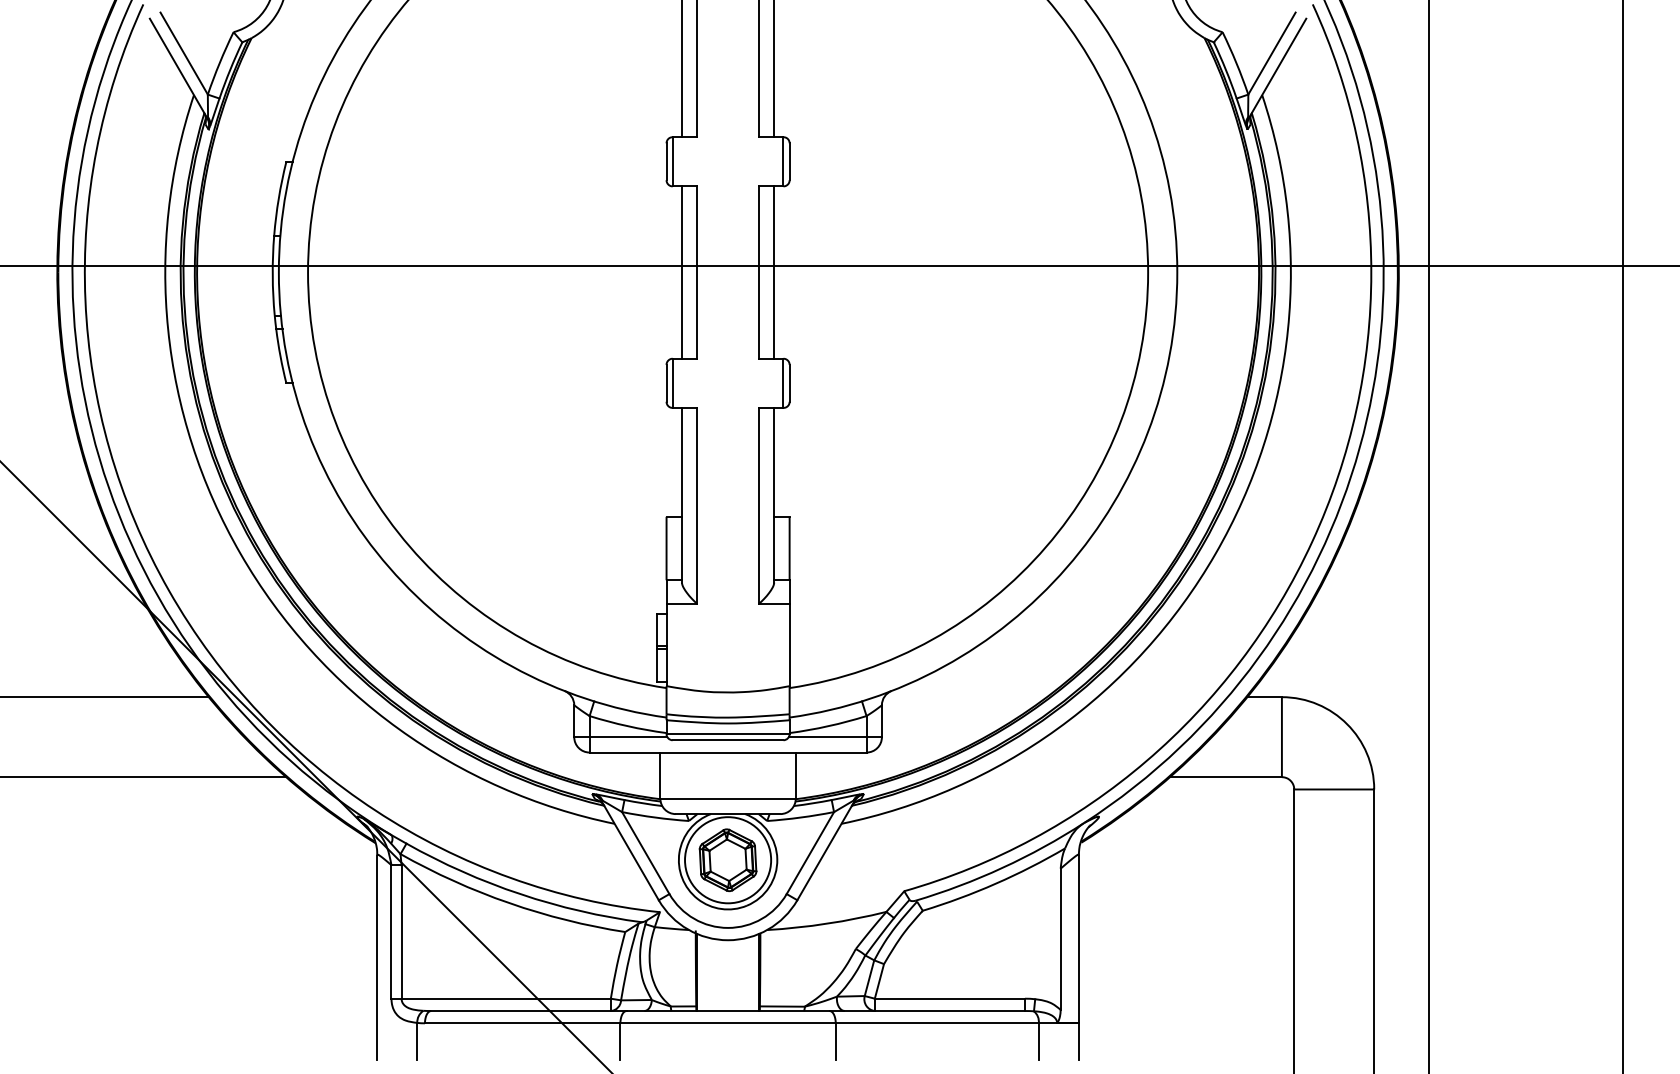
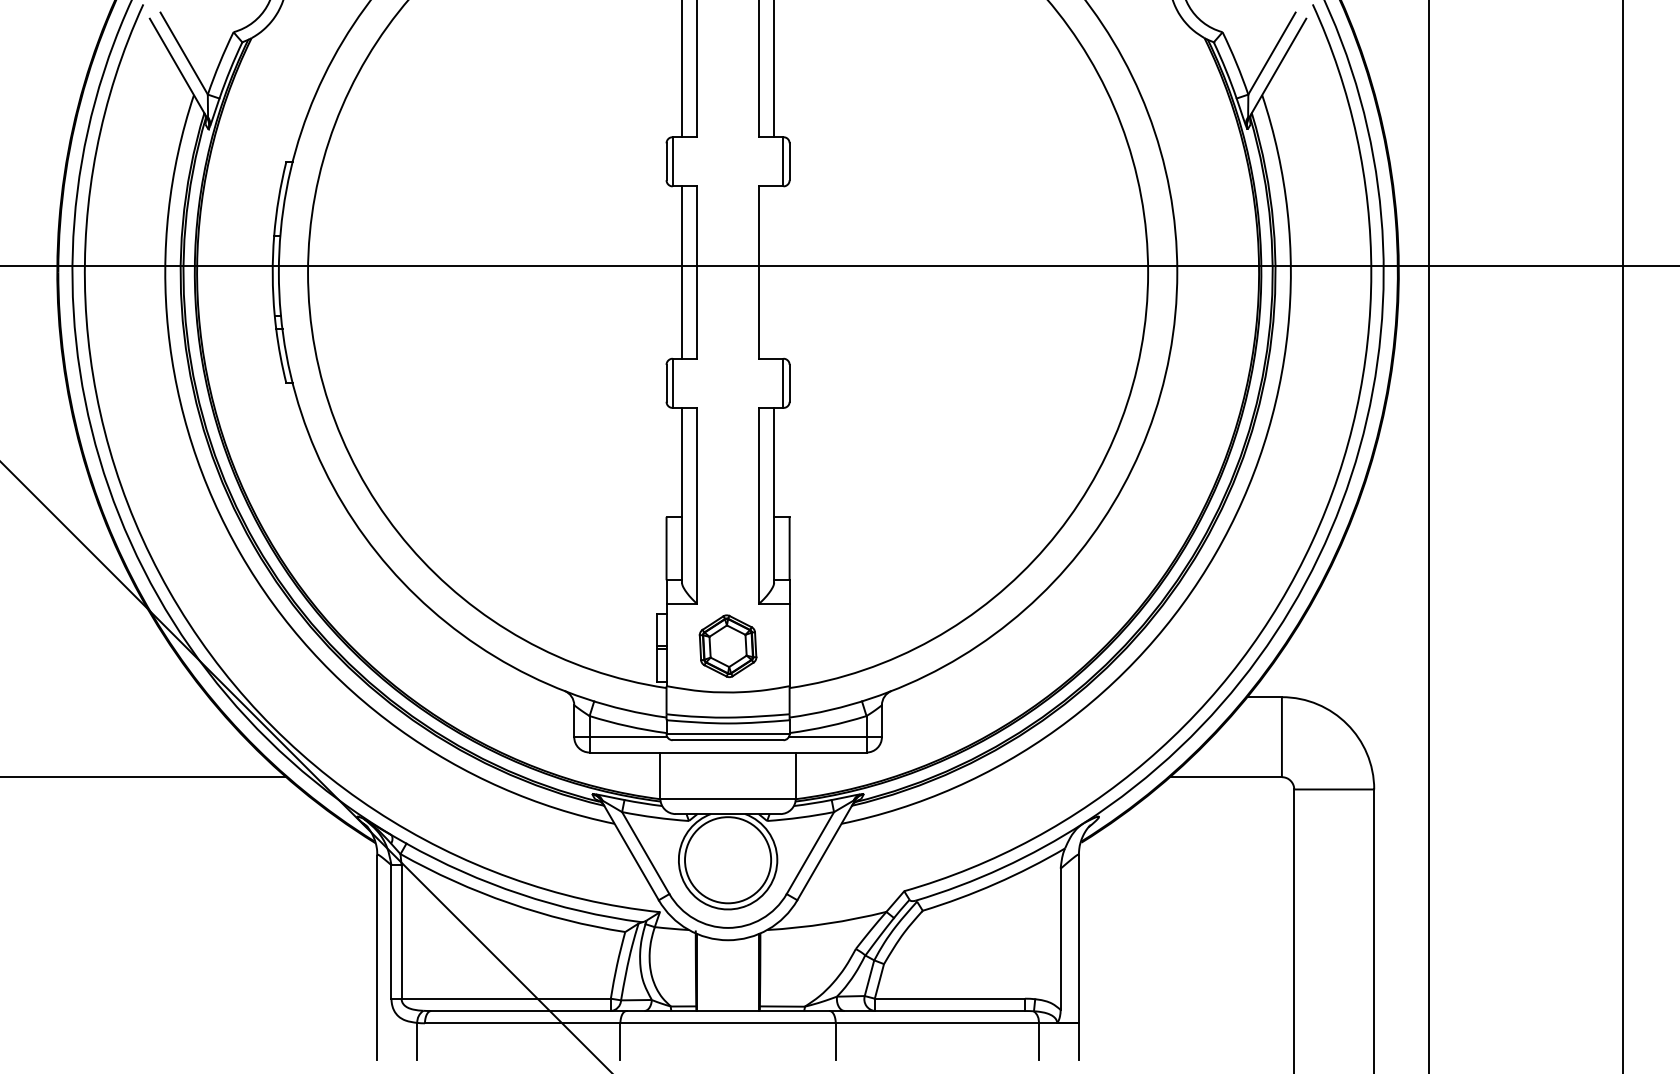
line at (774, 272): present -> none
line at (105, 697): present -> none
part at (727, 860) position: (727, 860) -> (727, 646)
